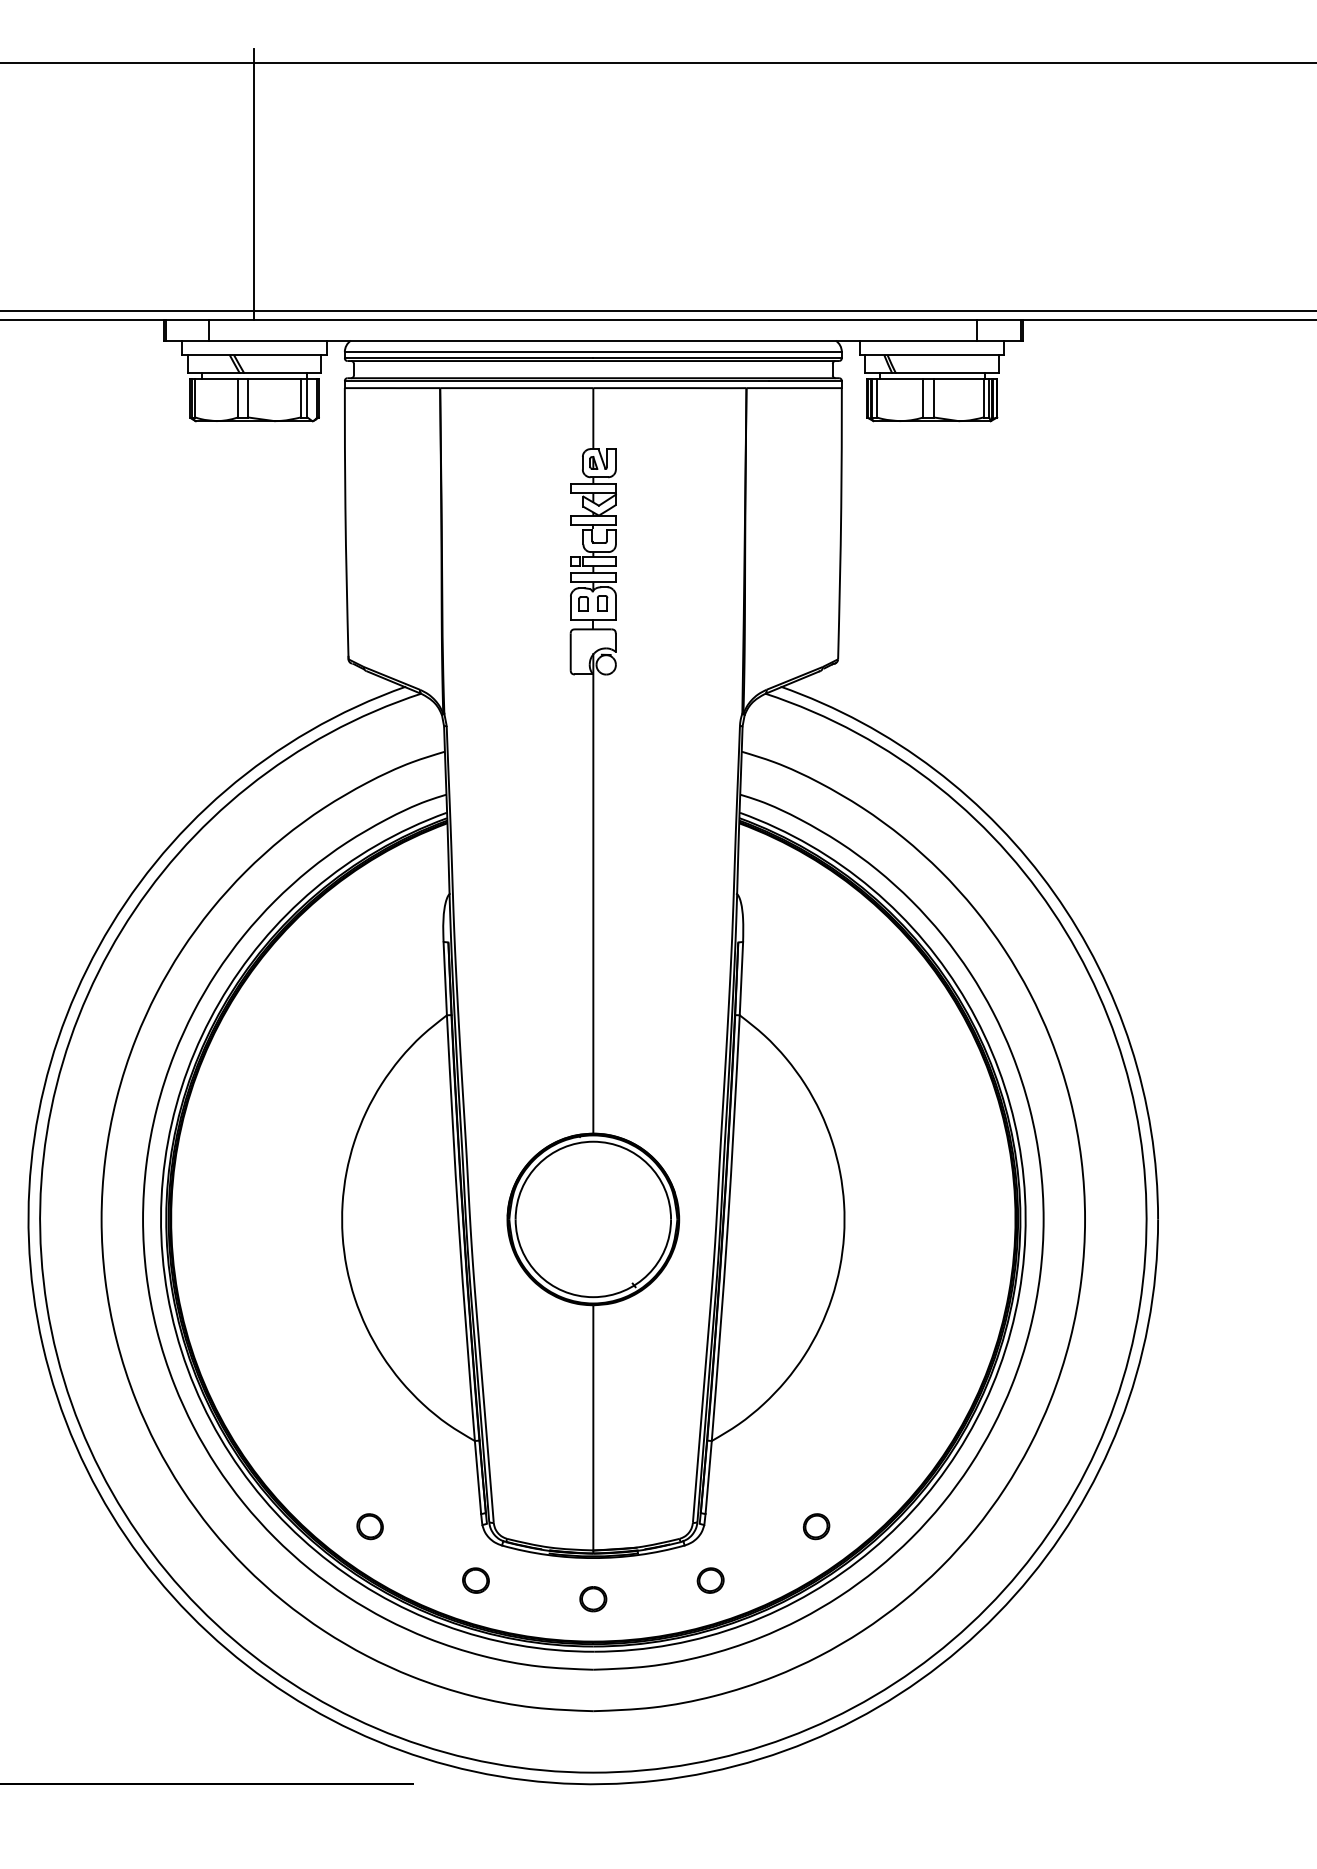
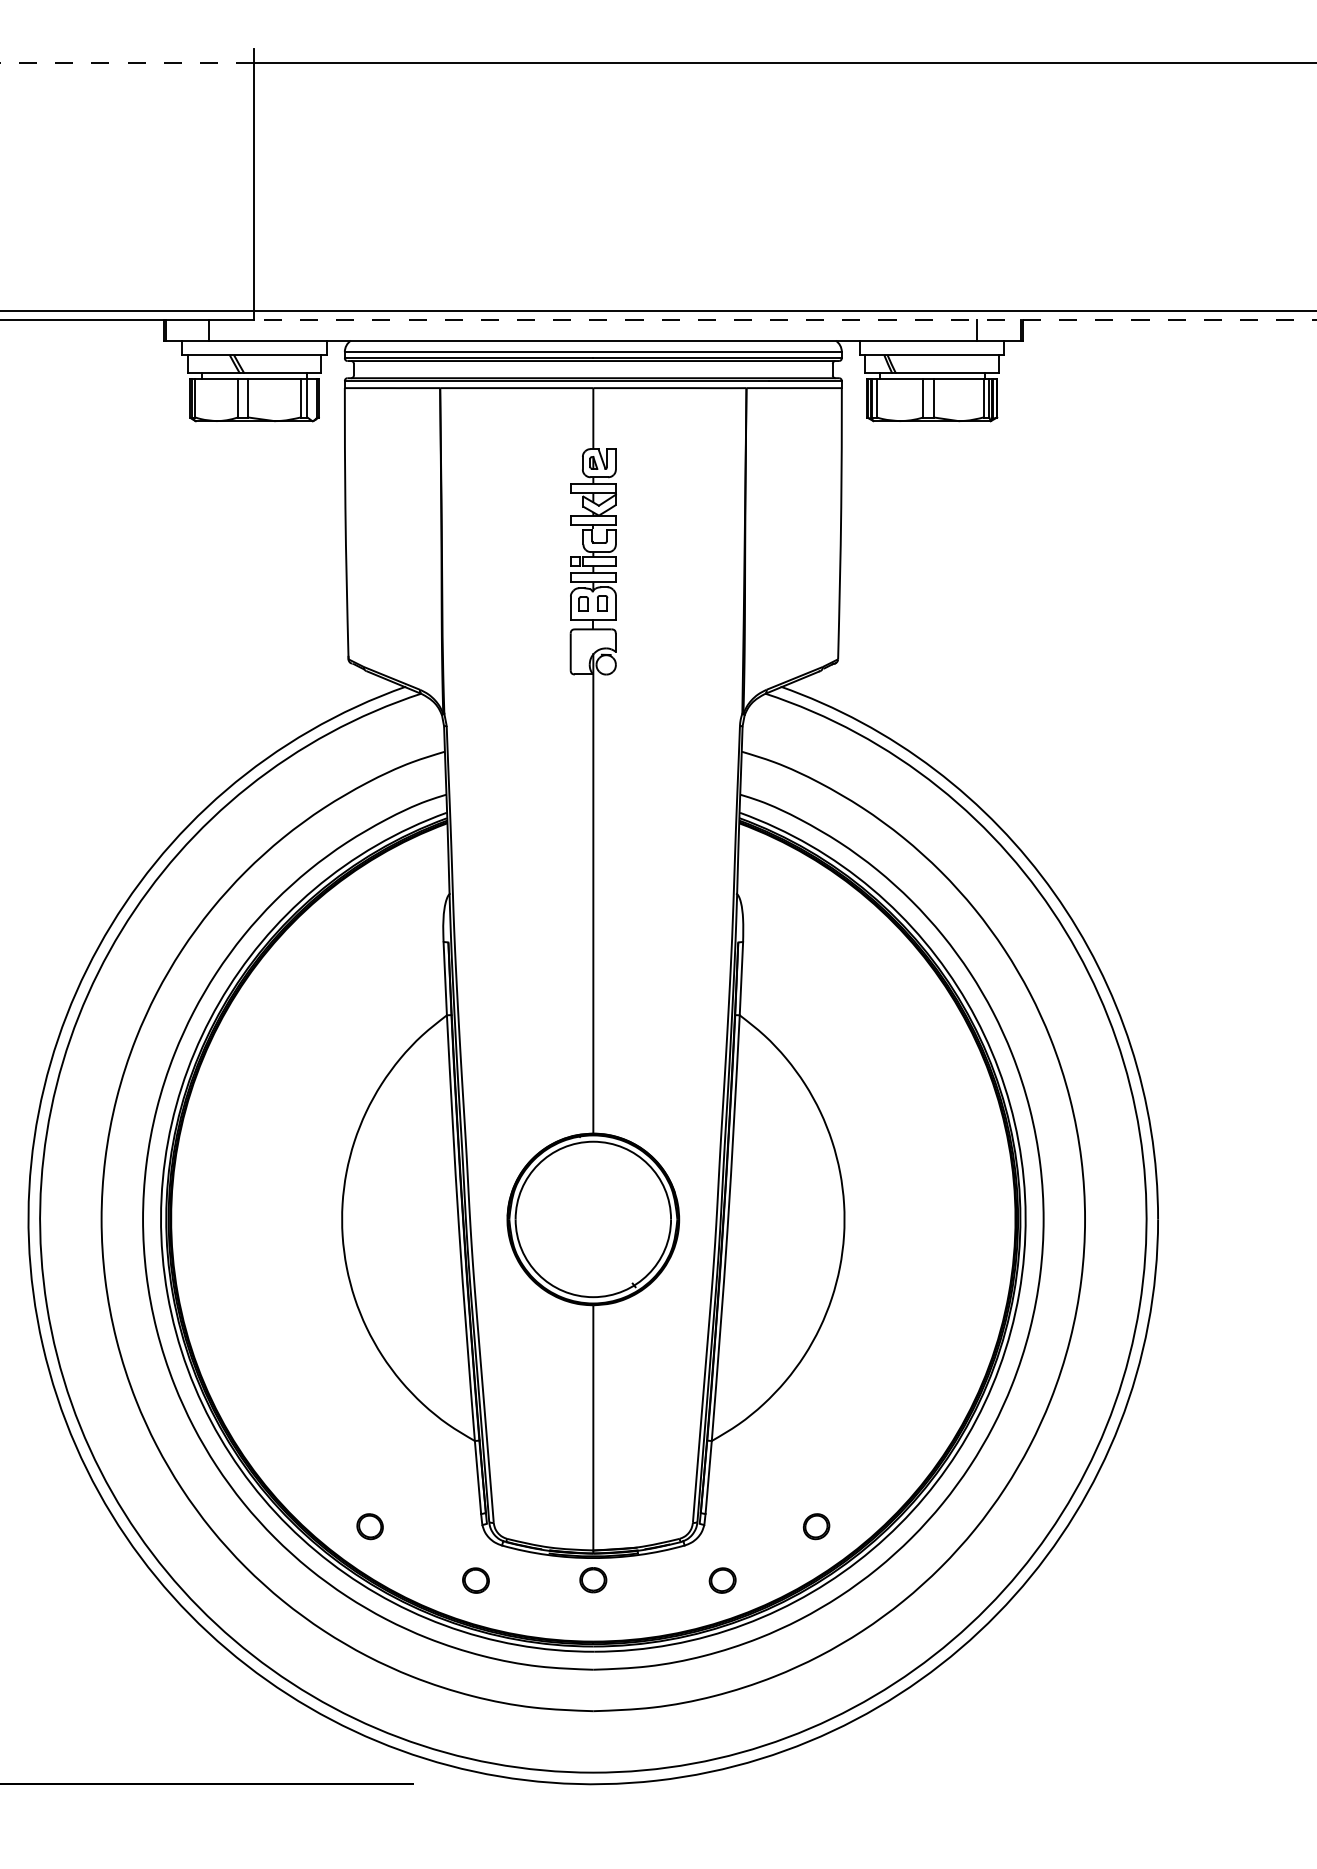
line at (127, 62): solid -> dashed
line at (784, 320): solid -> dashed
part at (710, 1580) position: (710, 1580) -> (722, 1580)
part at (593, 1599) position: (593, 1599) -> (593, 1580)
